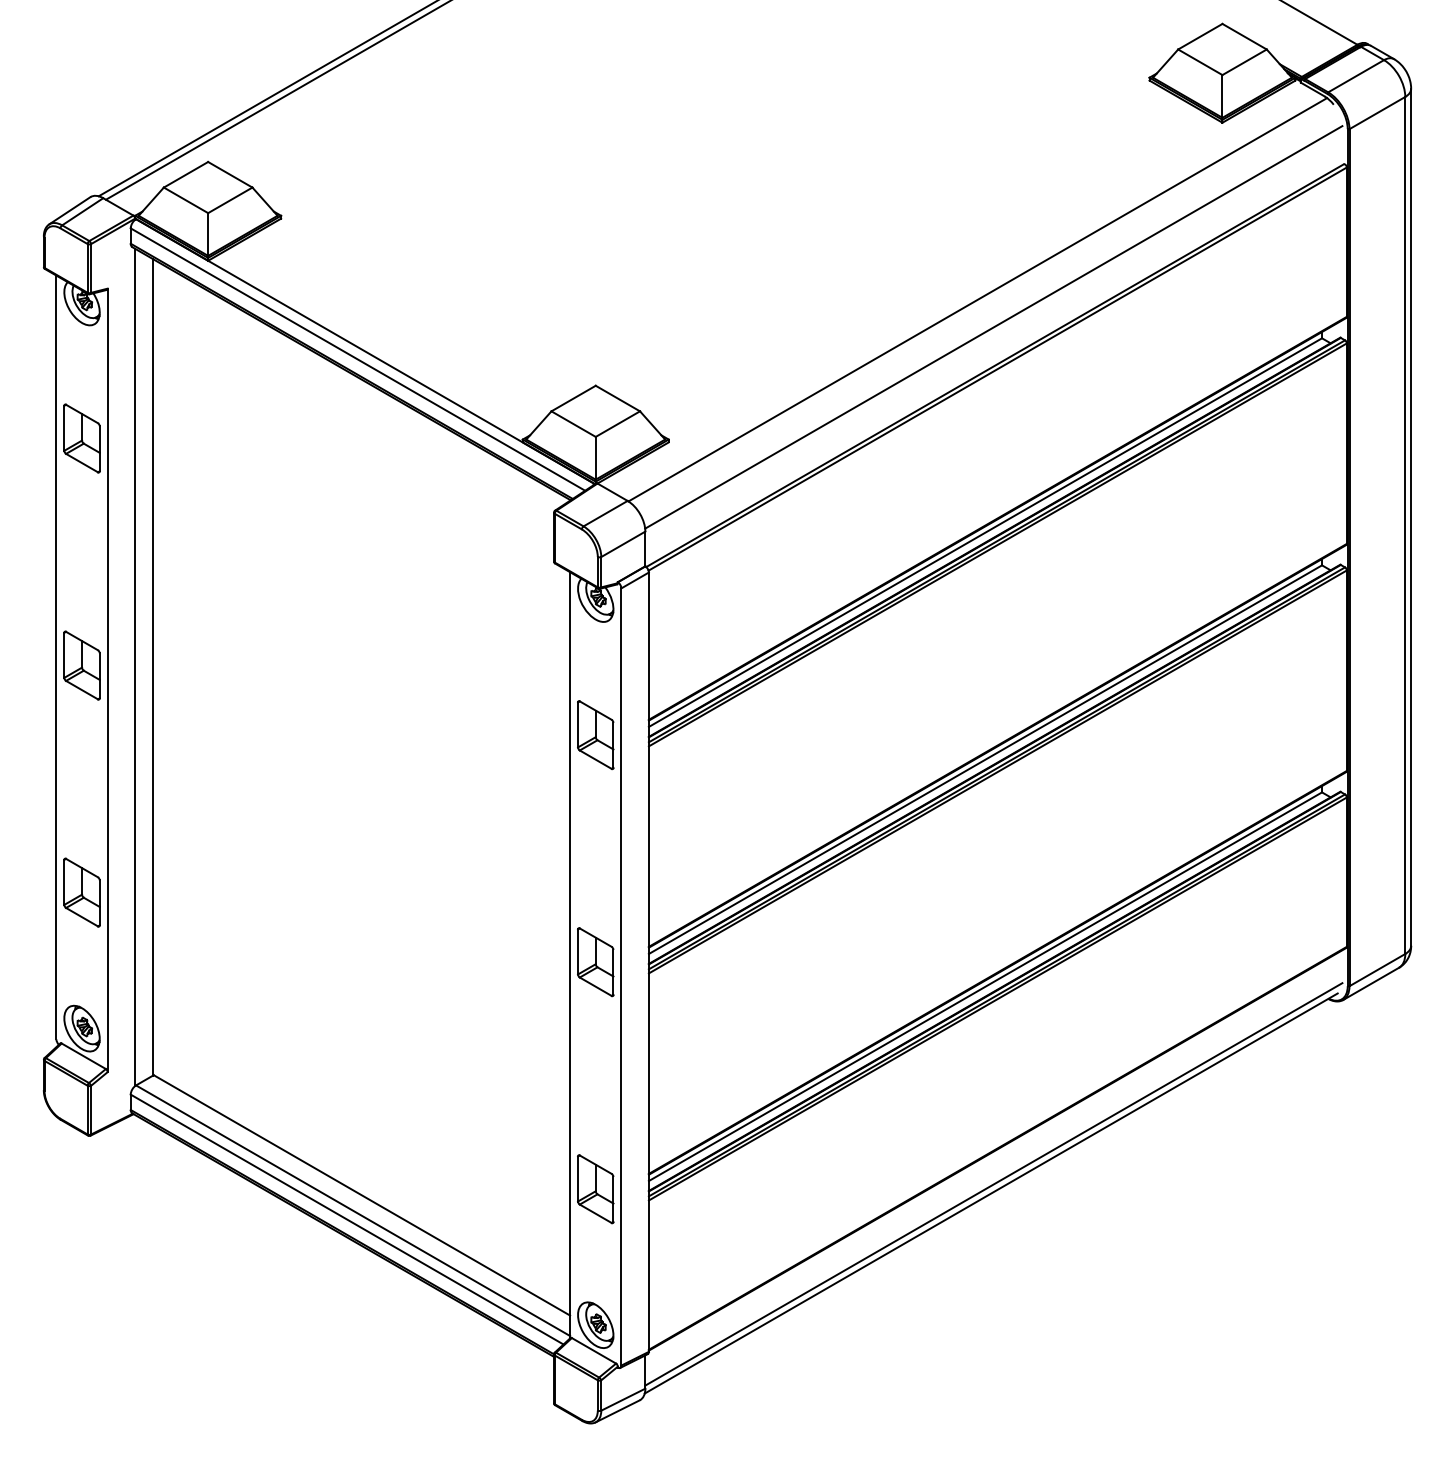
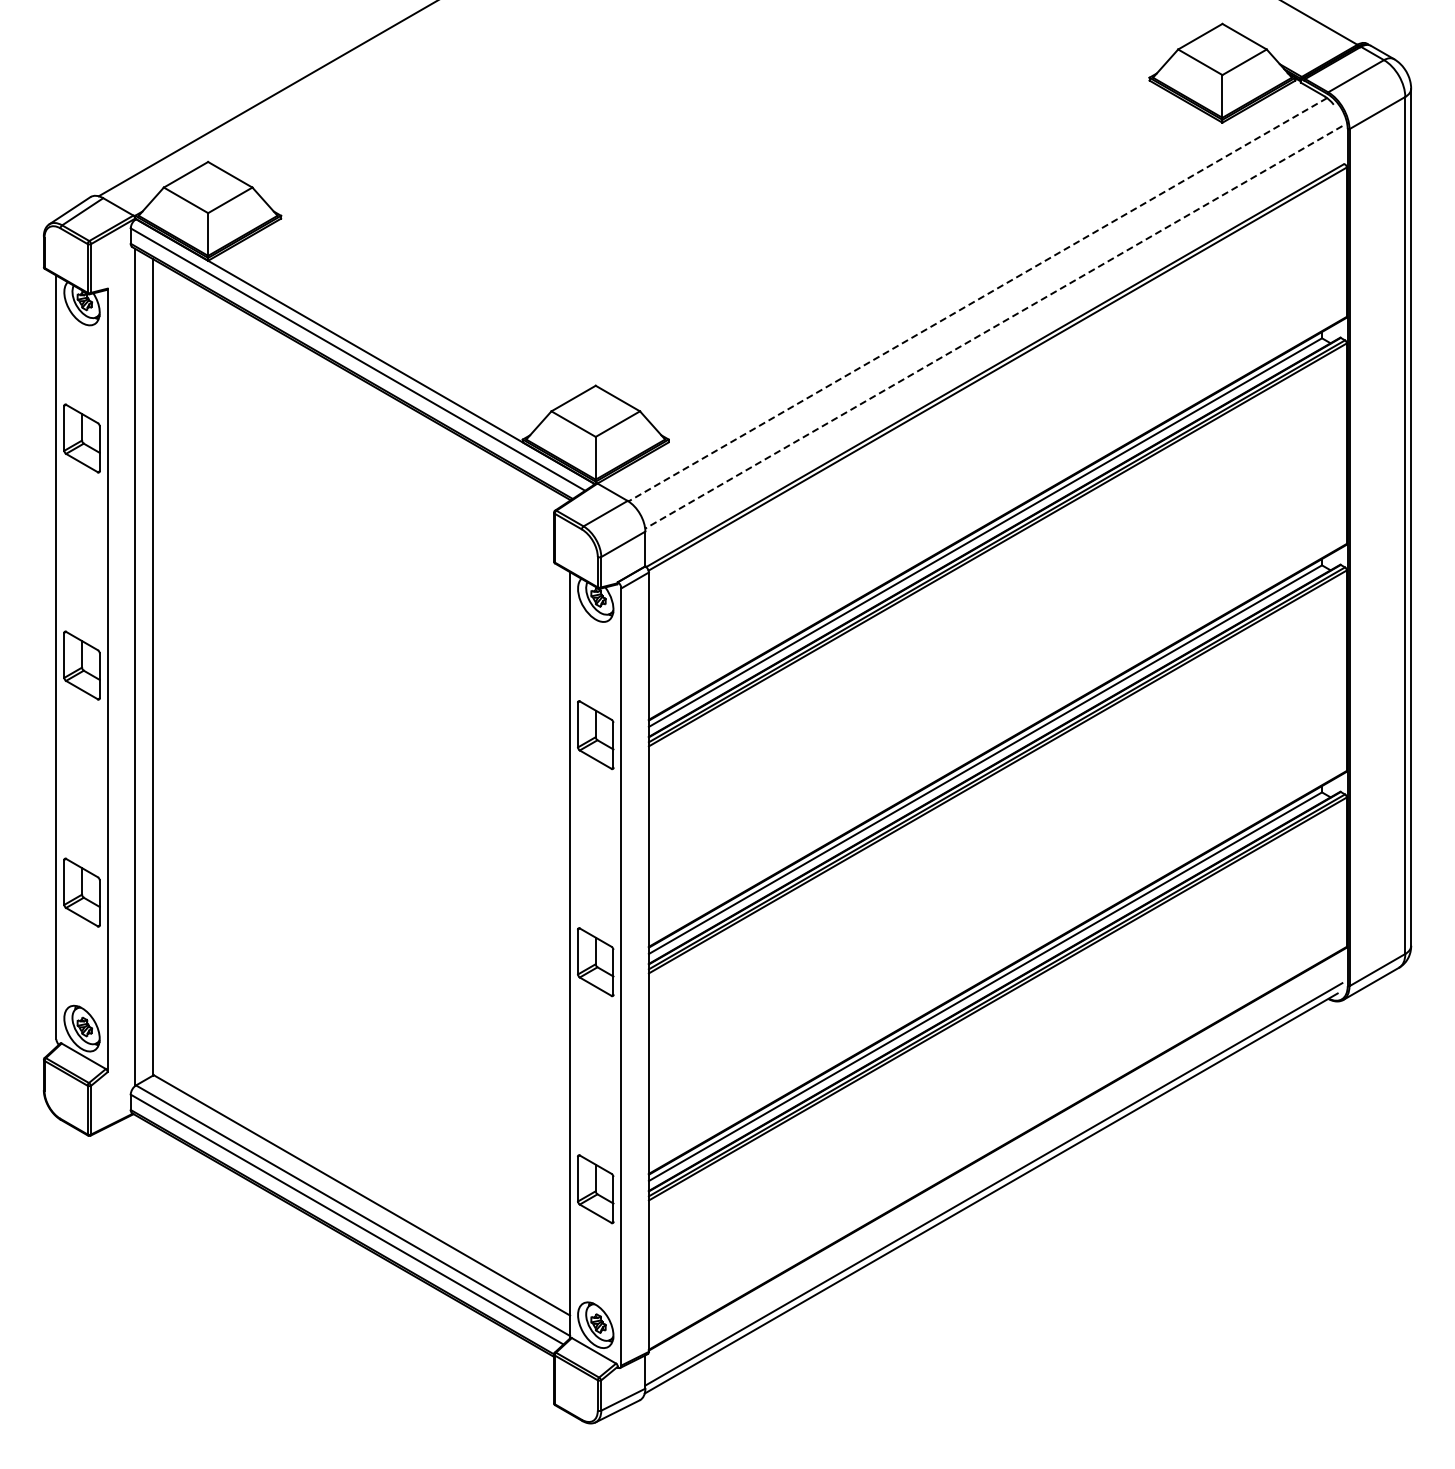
line at (276, 100): present -> none
line at (977, 300): solid -> dashed
line at (993, 327): solid -> dashed
